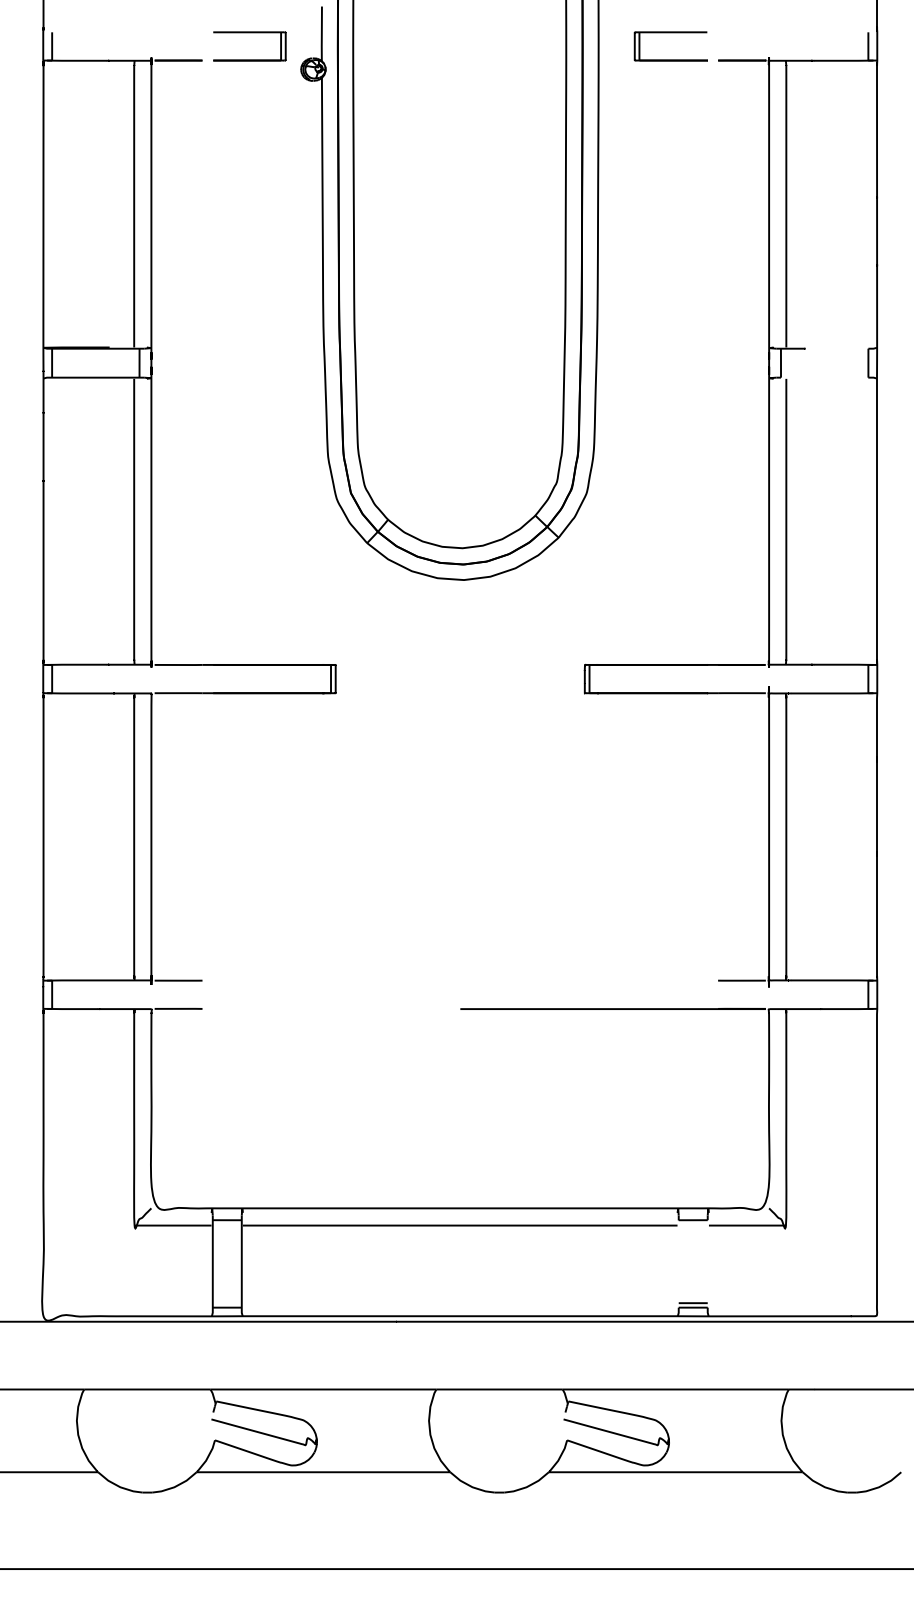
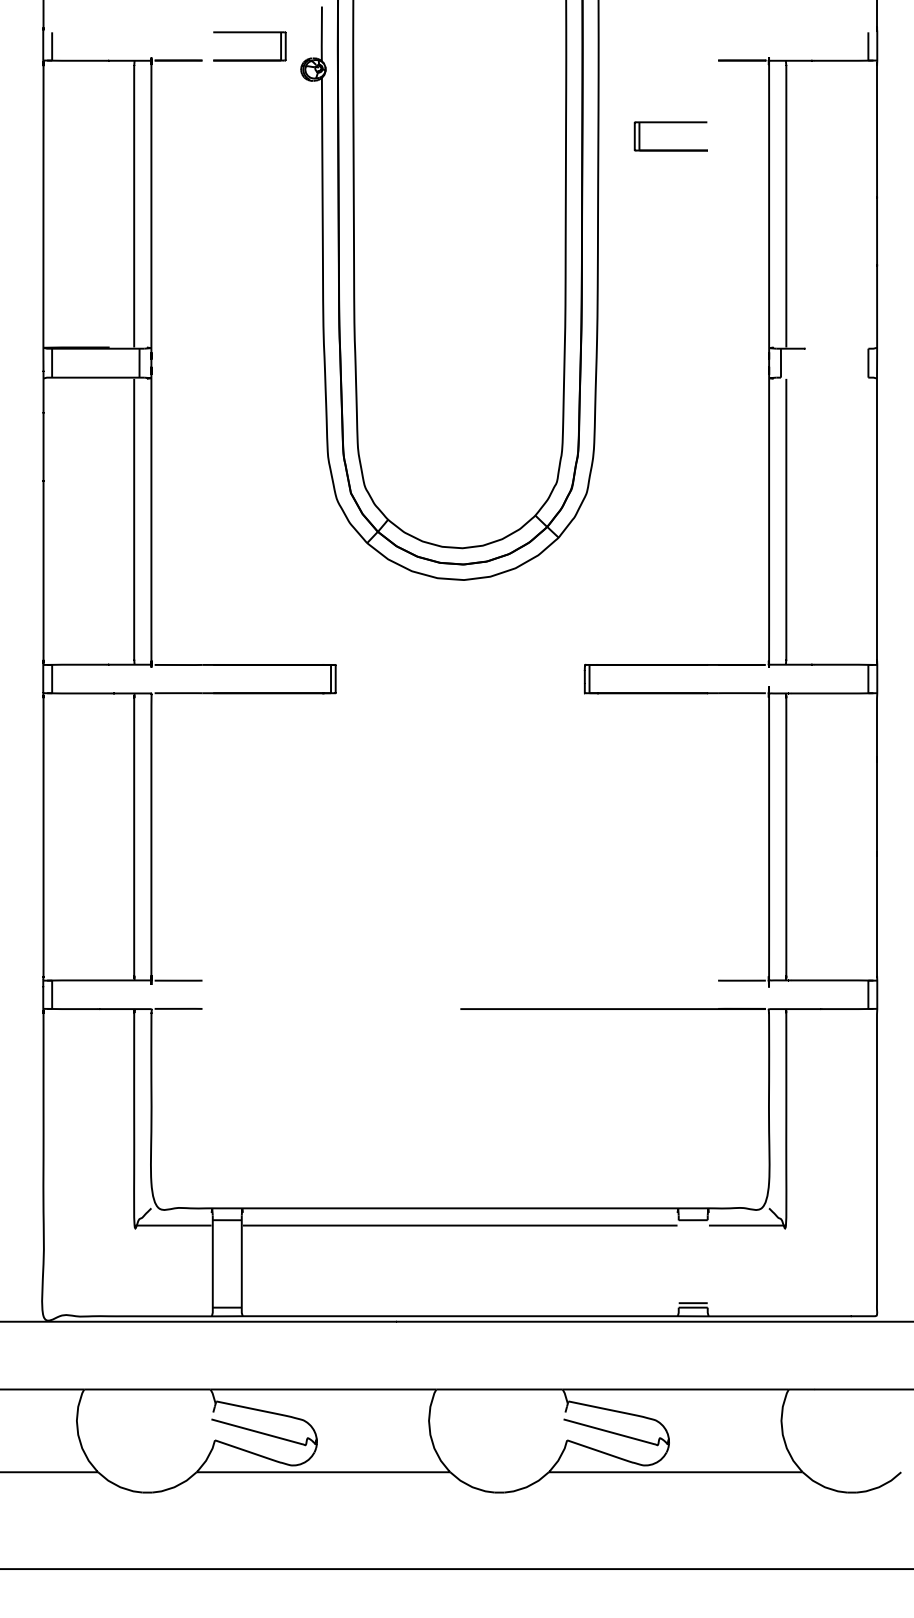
part at (670, 33) position: (670, 33) -> (670, 123)
